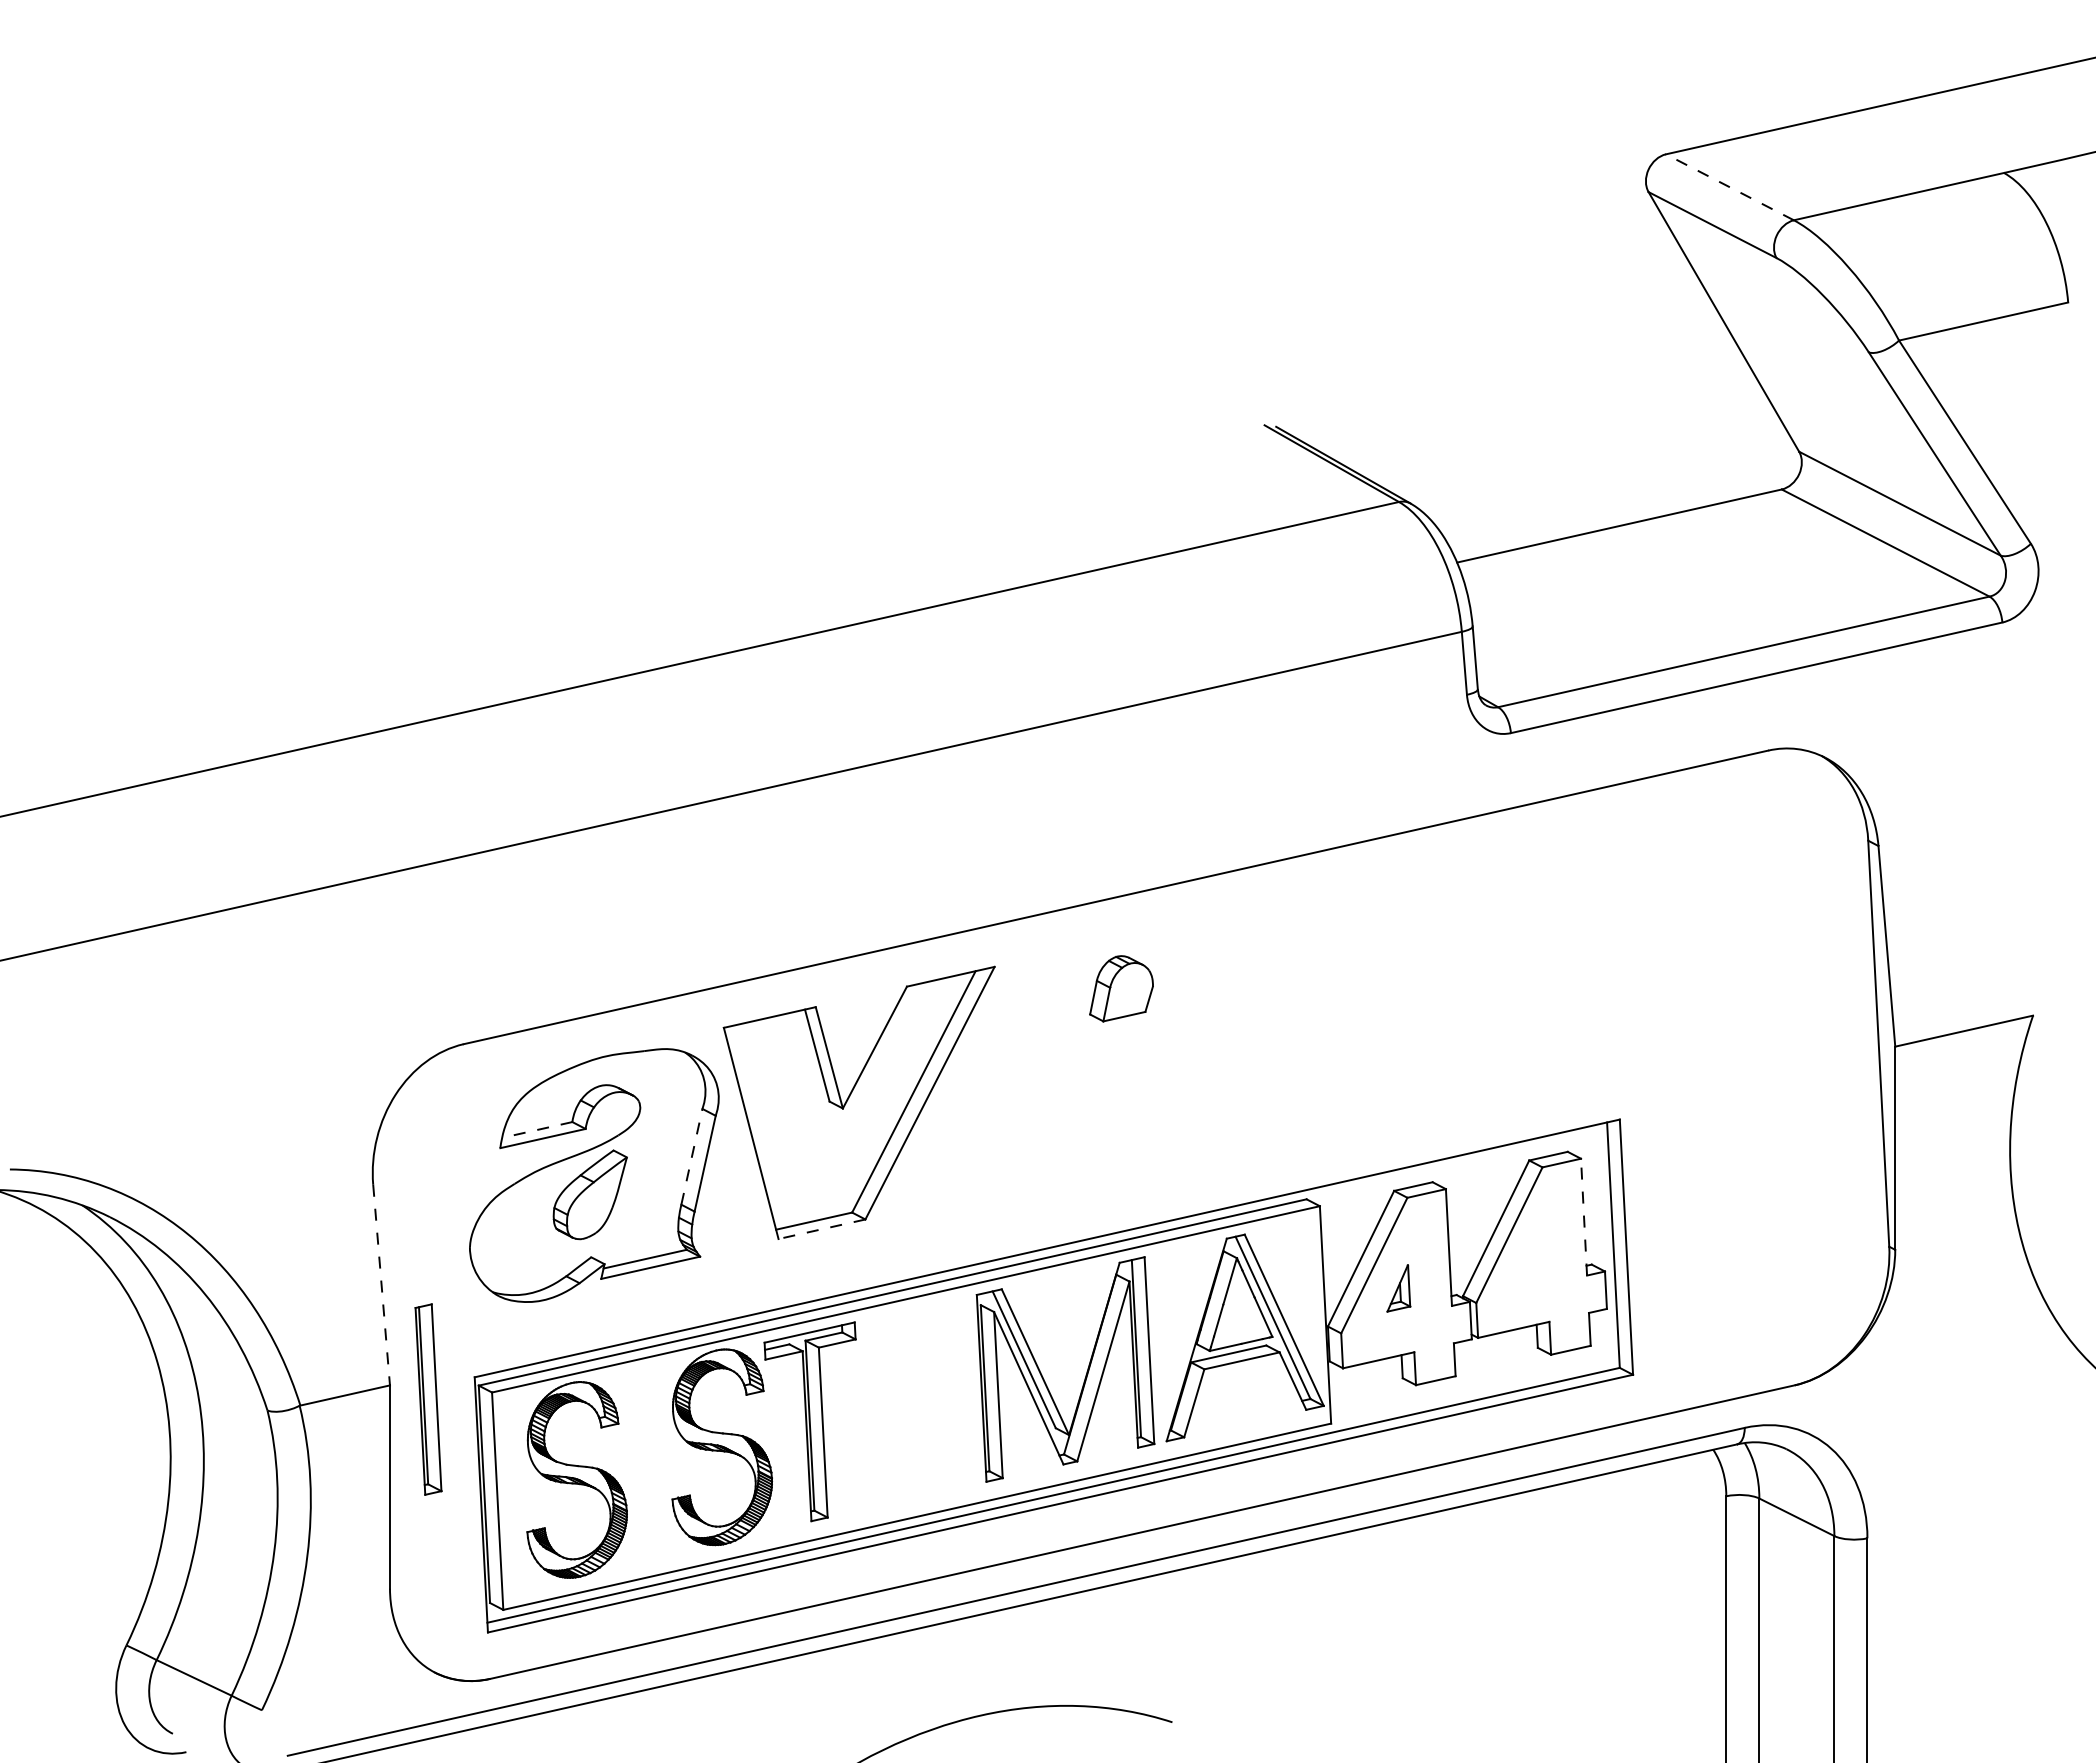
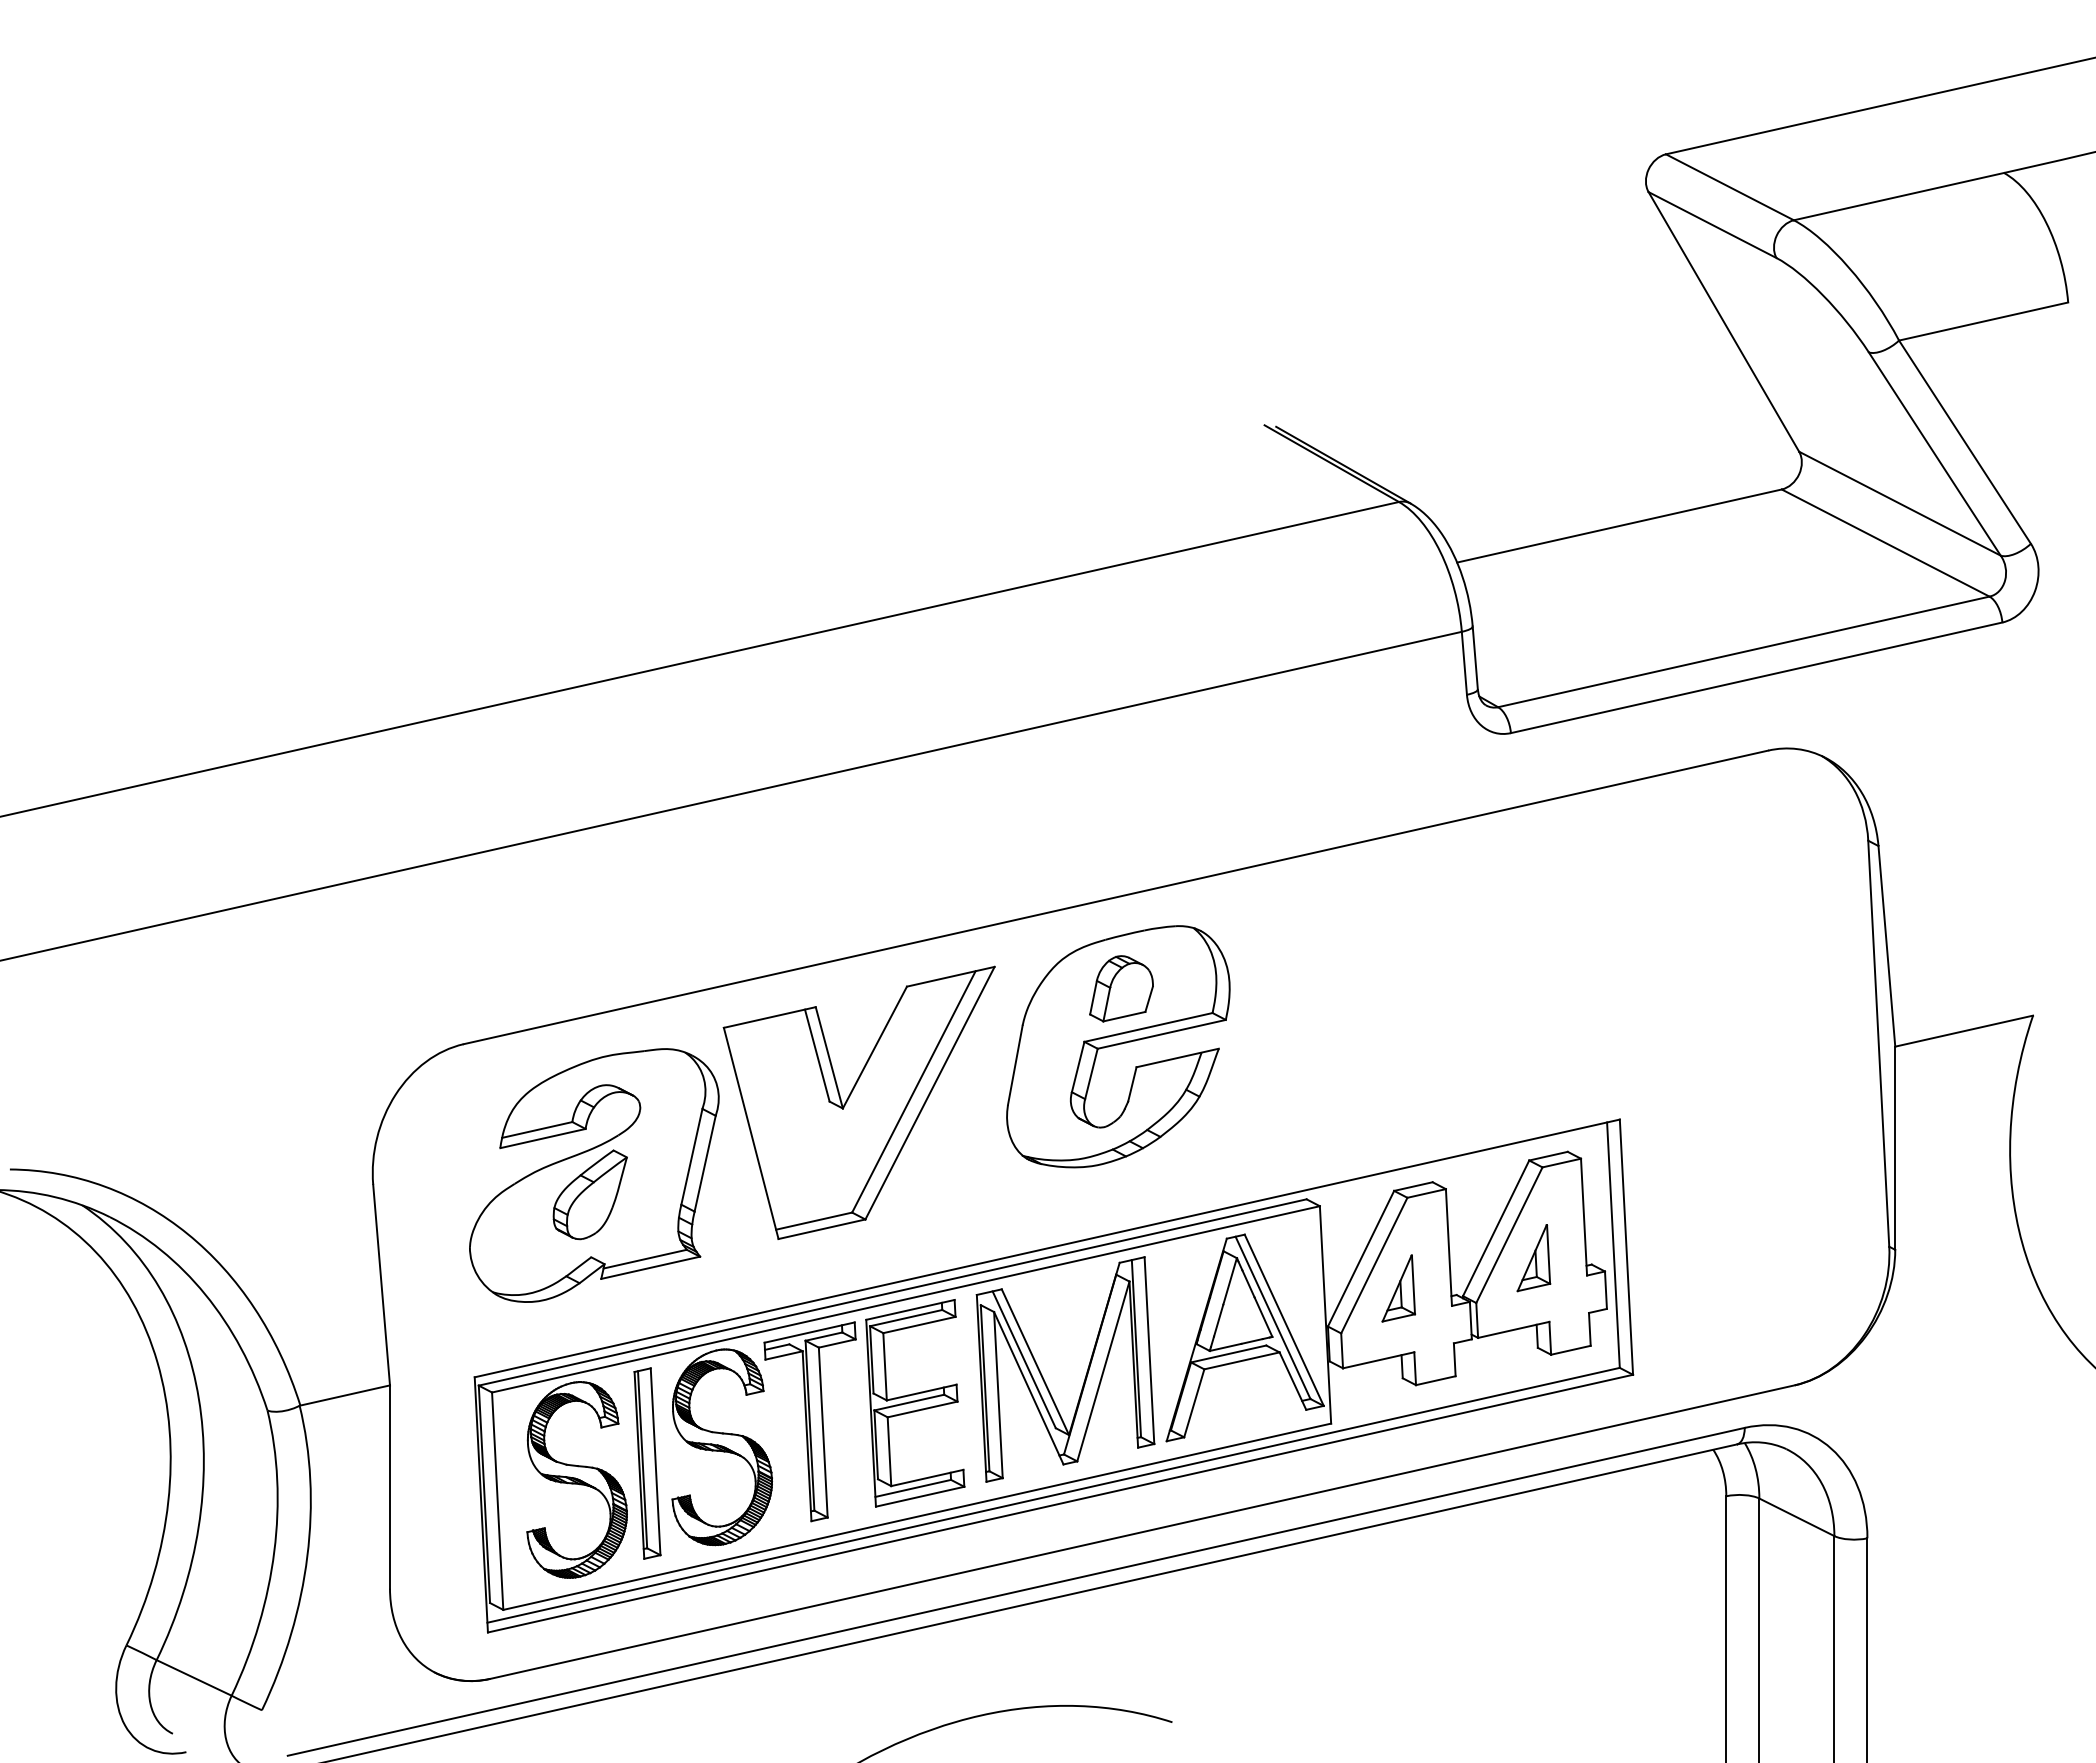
line at (1729, 187): dashed -> solid
part at (1118, 1046): none -> present
line at (536, 1130): dashed -> solid
line at (692, 1156): dashed -> solid
line at (1584, 1216): dashed -> solid
line at (821, 1229): dashed -> solid
part at (1533, 1258): none -> present
line at (381, 1285): dashed -> solid
part at (1398, 1288) size: 26x49 px -> 36x69 px
part at (428, 1399) position: (428, 1399) -> (647, 1463)
part at (915, 1403): none -> present
